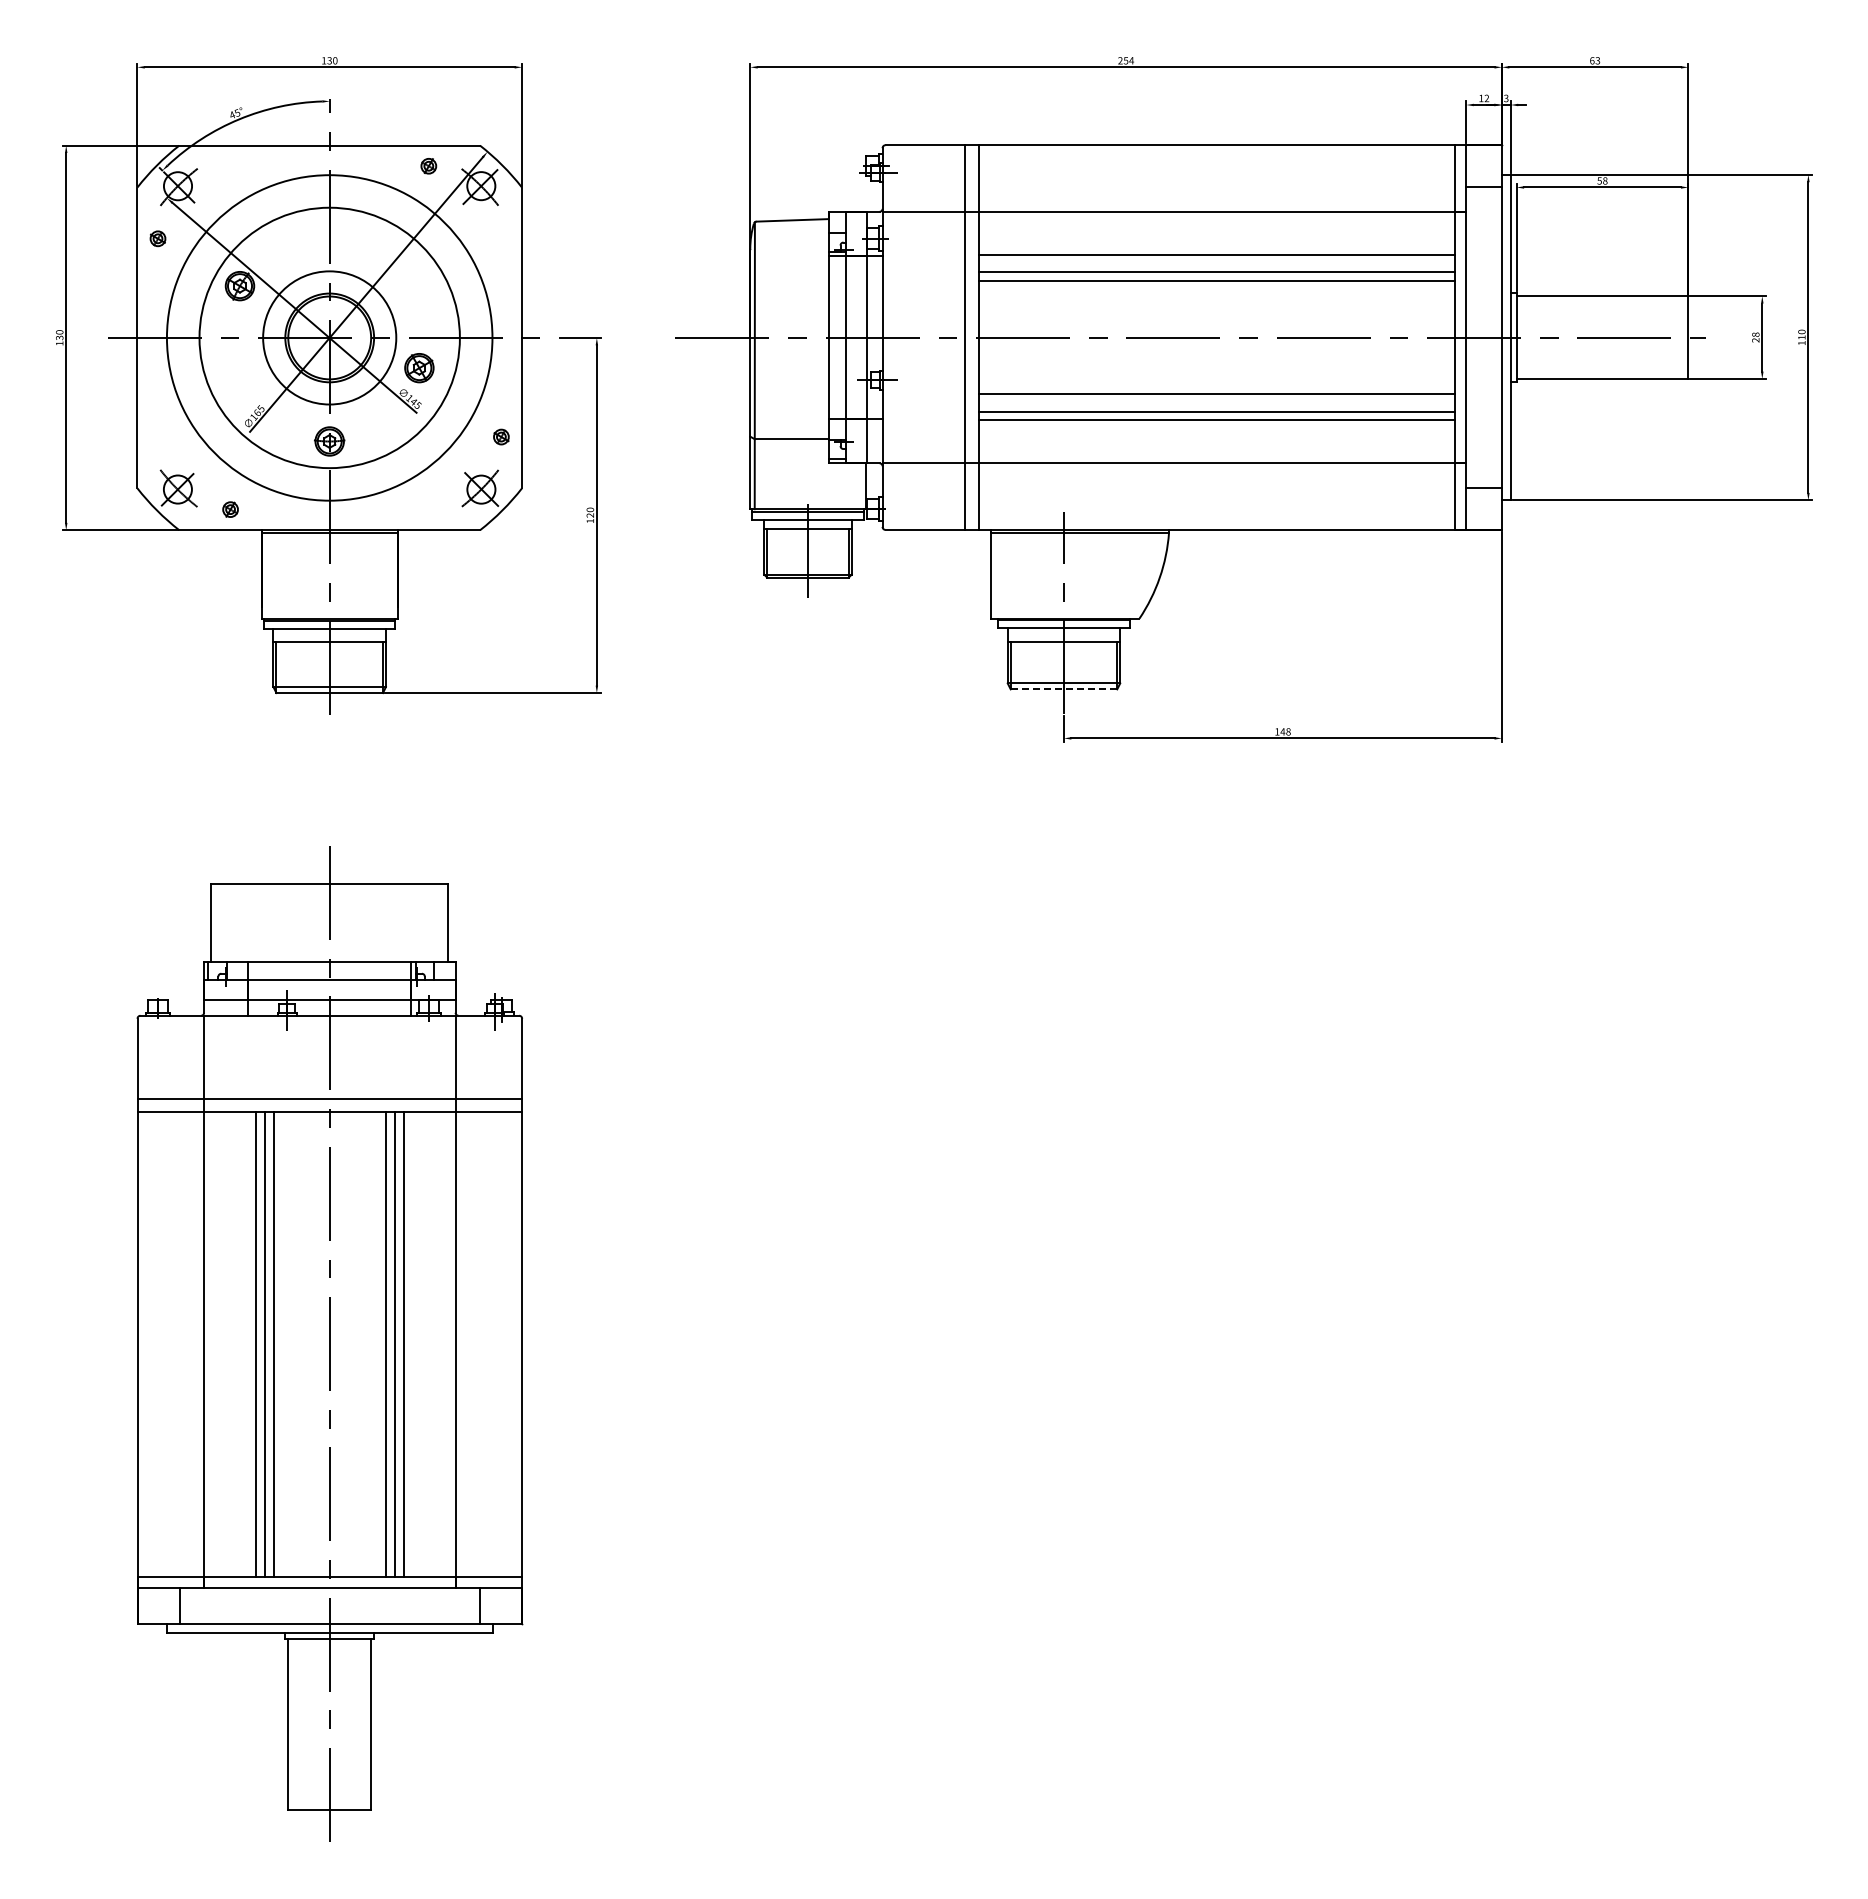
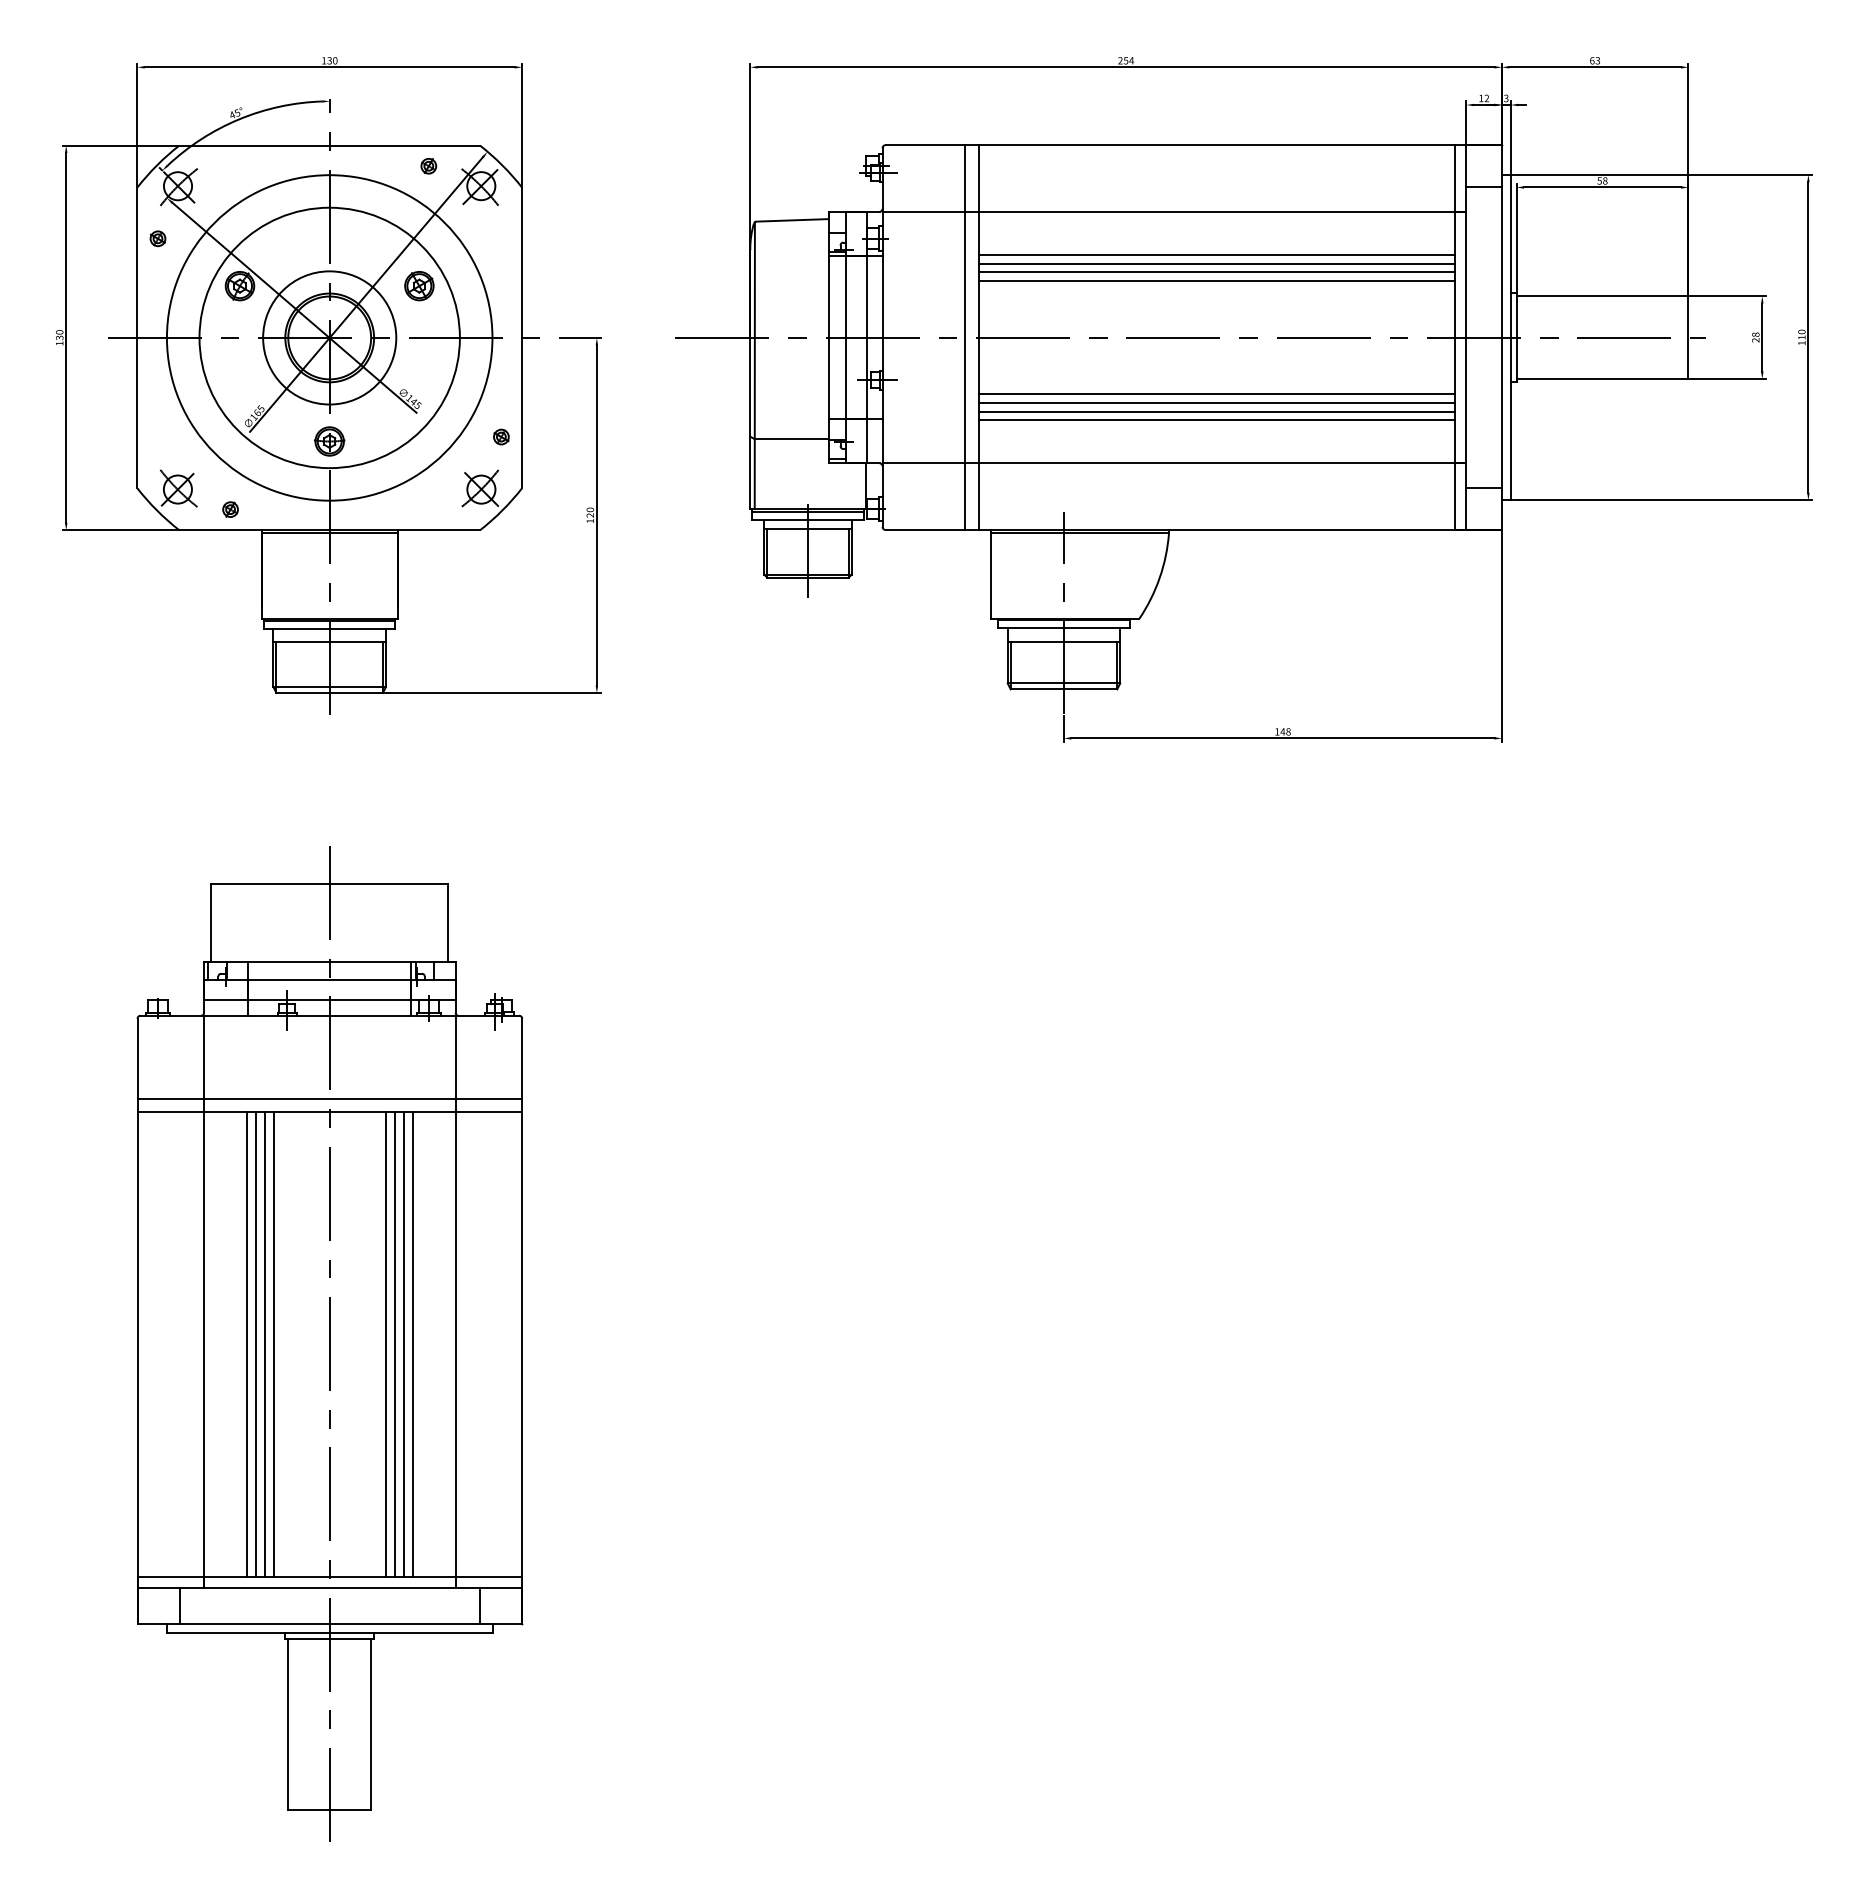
line at (1216, 263): none -> present
part at (419, 368) position: (419, 368) -> (419, 286)
line at (1216, 402): none -> present
line at (1063, 689): dashed -> solid
line at (246, 1343): none -> present
line at (412, 1343): none -> present
